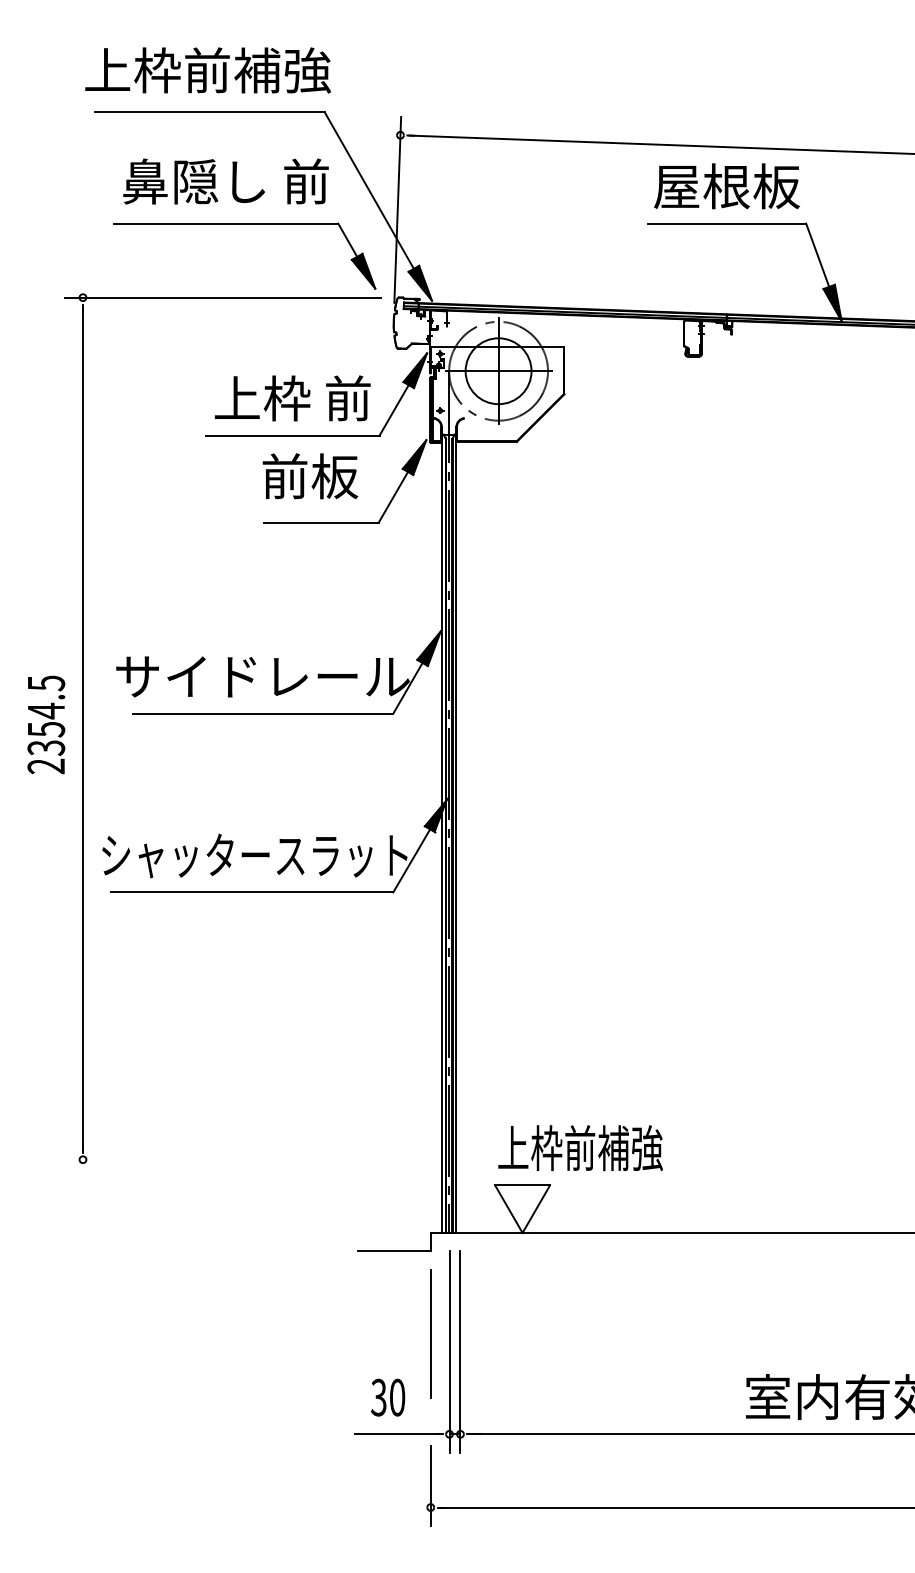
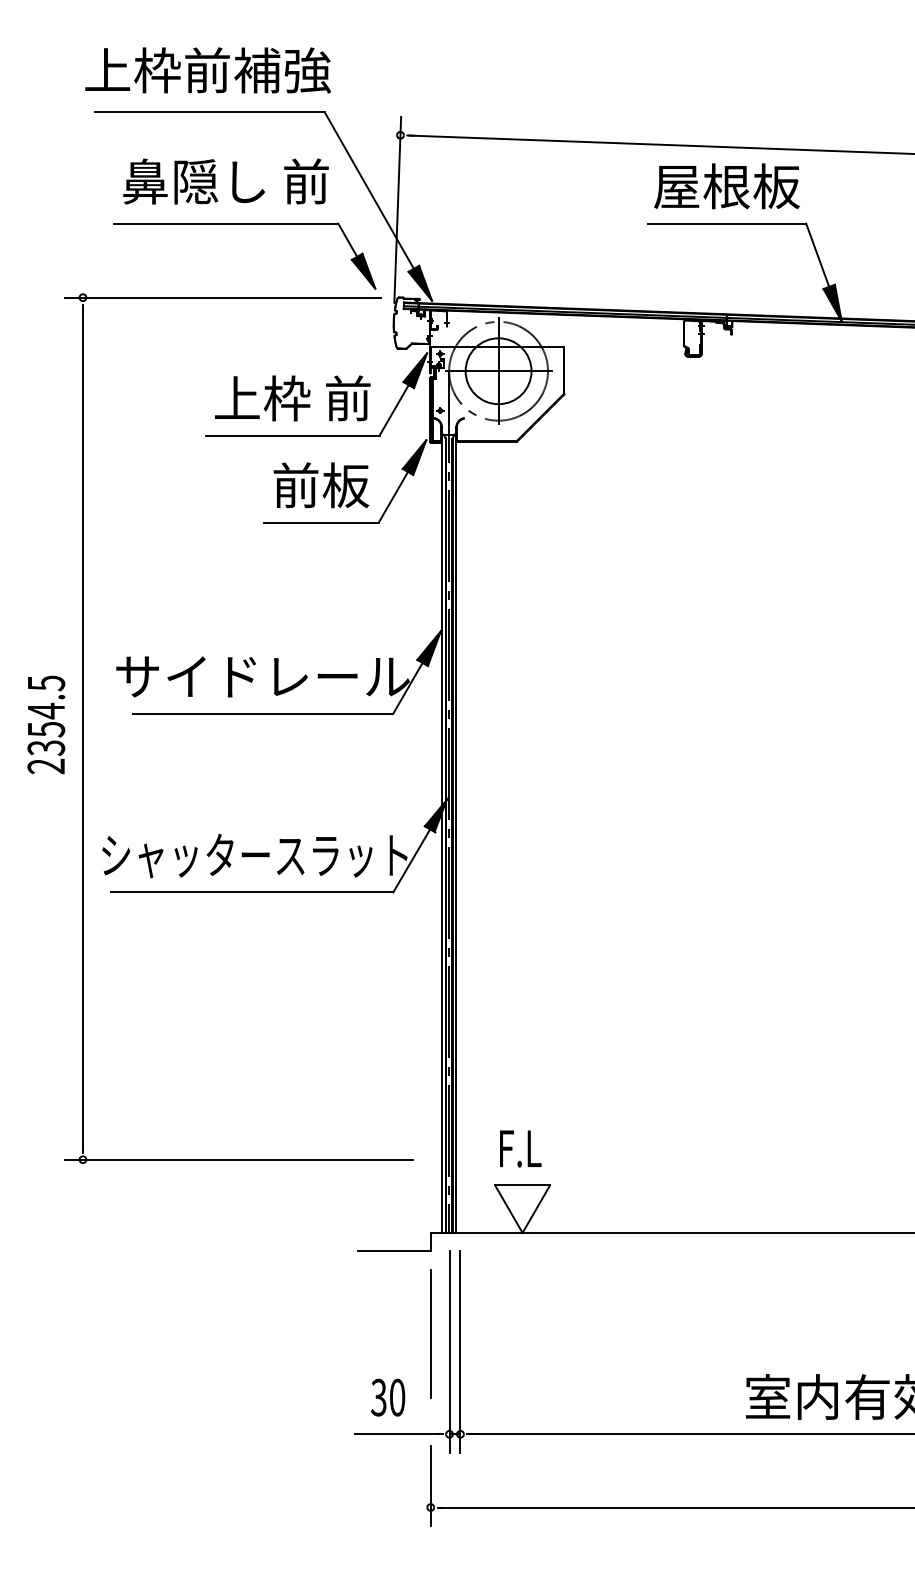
text at (310, 476) position: (310, 476) -> (321, 485)
text at (580, 1148): 上枠前補強 -> F.L
line at (238, 1159): none -> present
